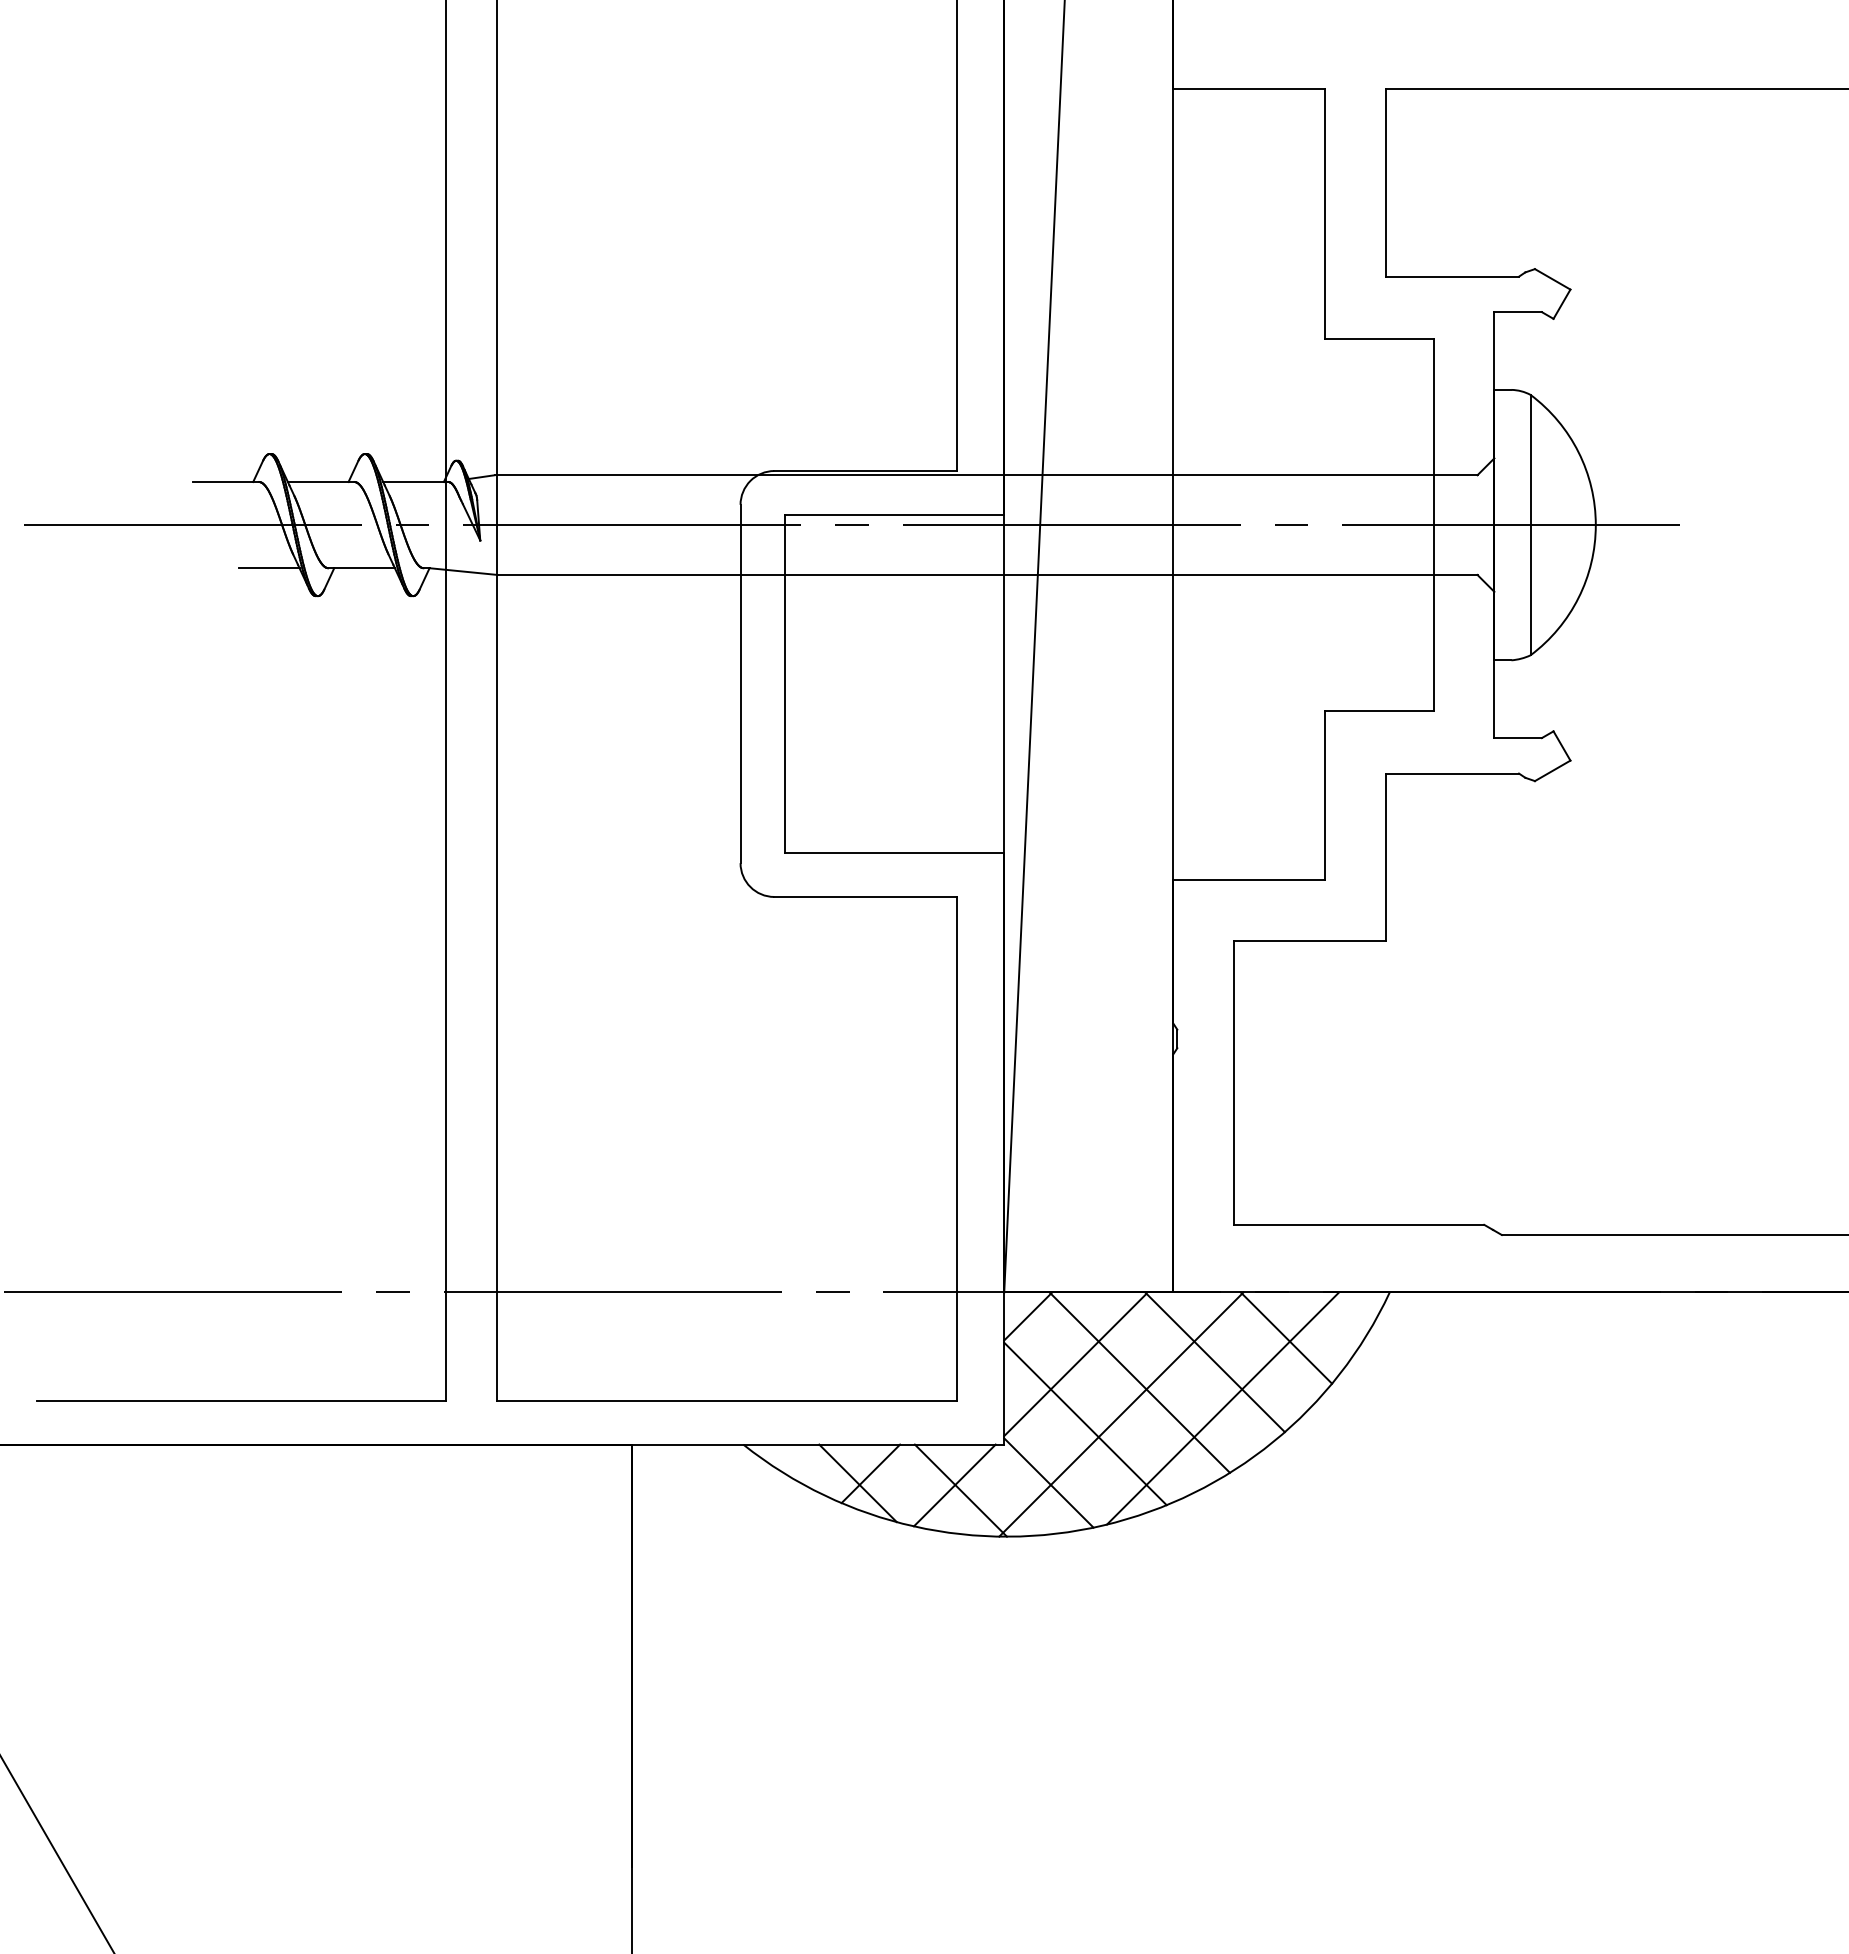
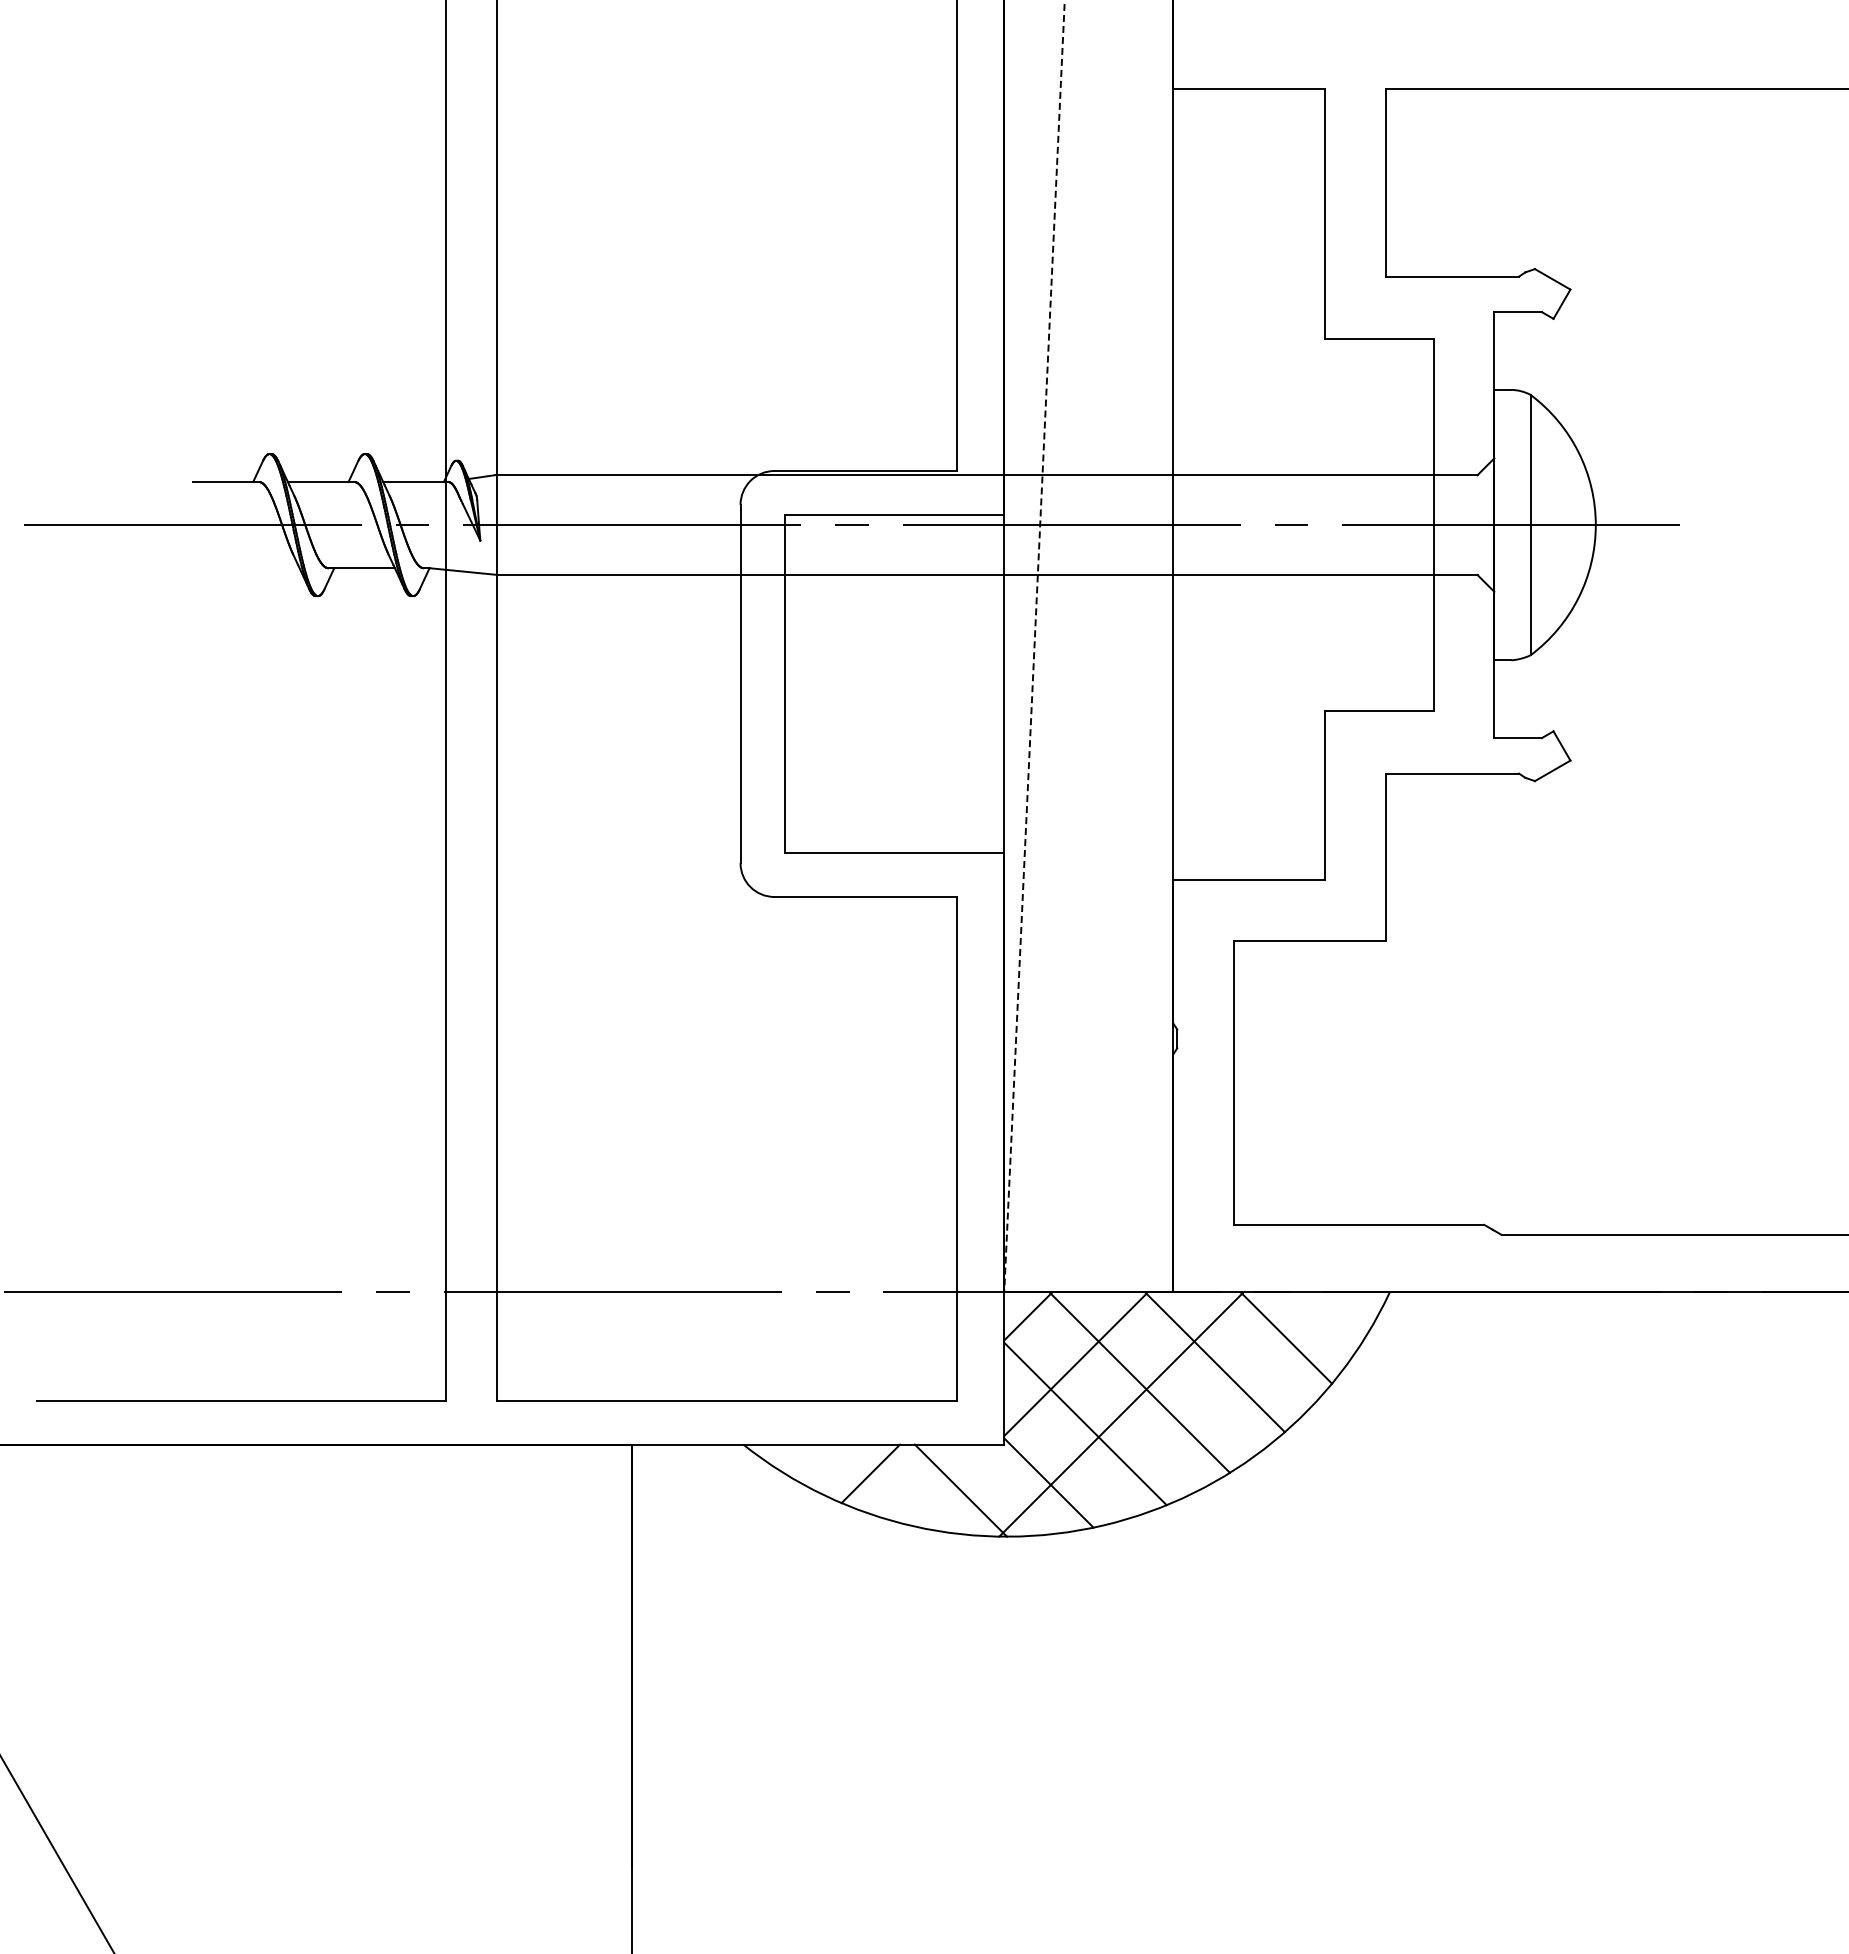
line at (268, 568): present -> none
line at (1034, 647): solid -> dashed
line at (1222, 1408): present -> none
line at (857, 1483): present -> none
line at (954, 1485): present -> none
